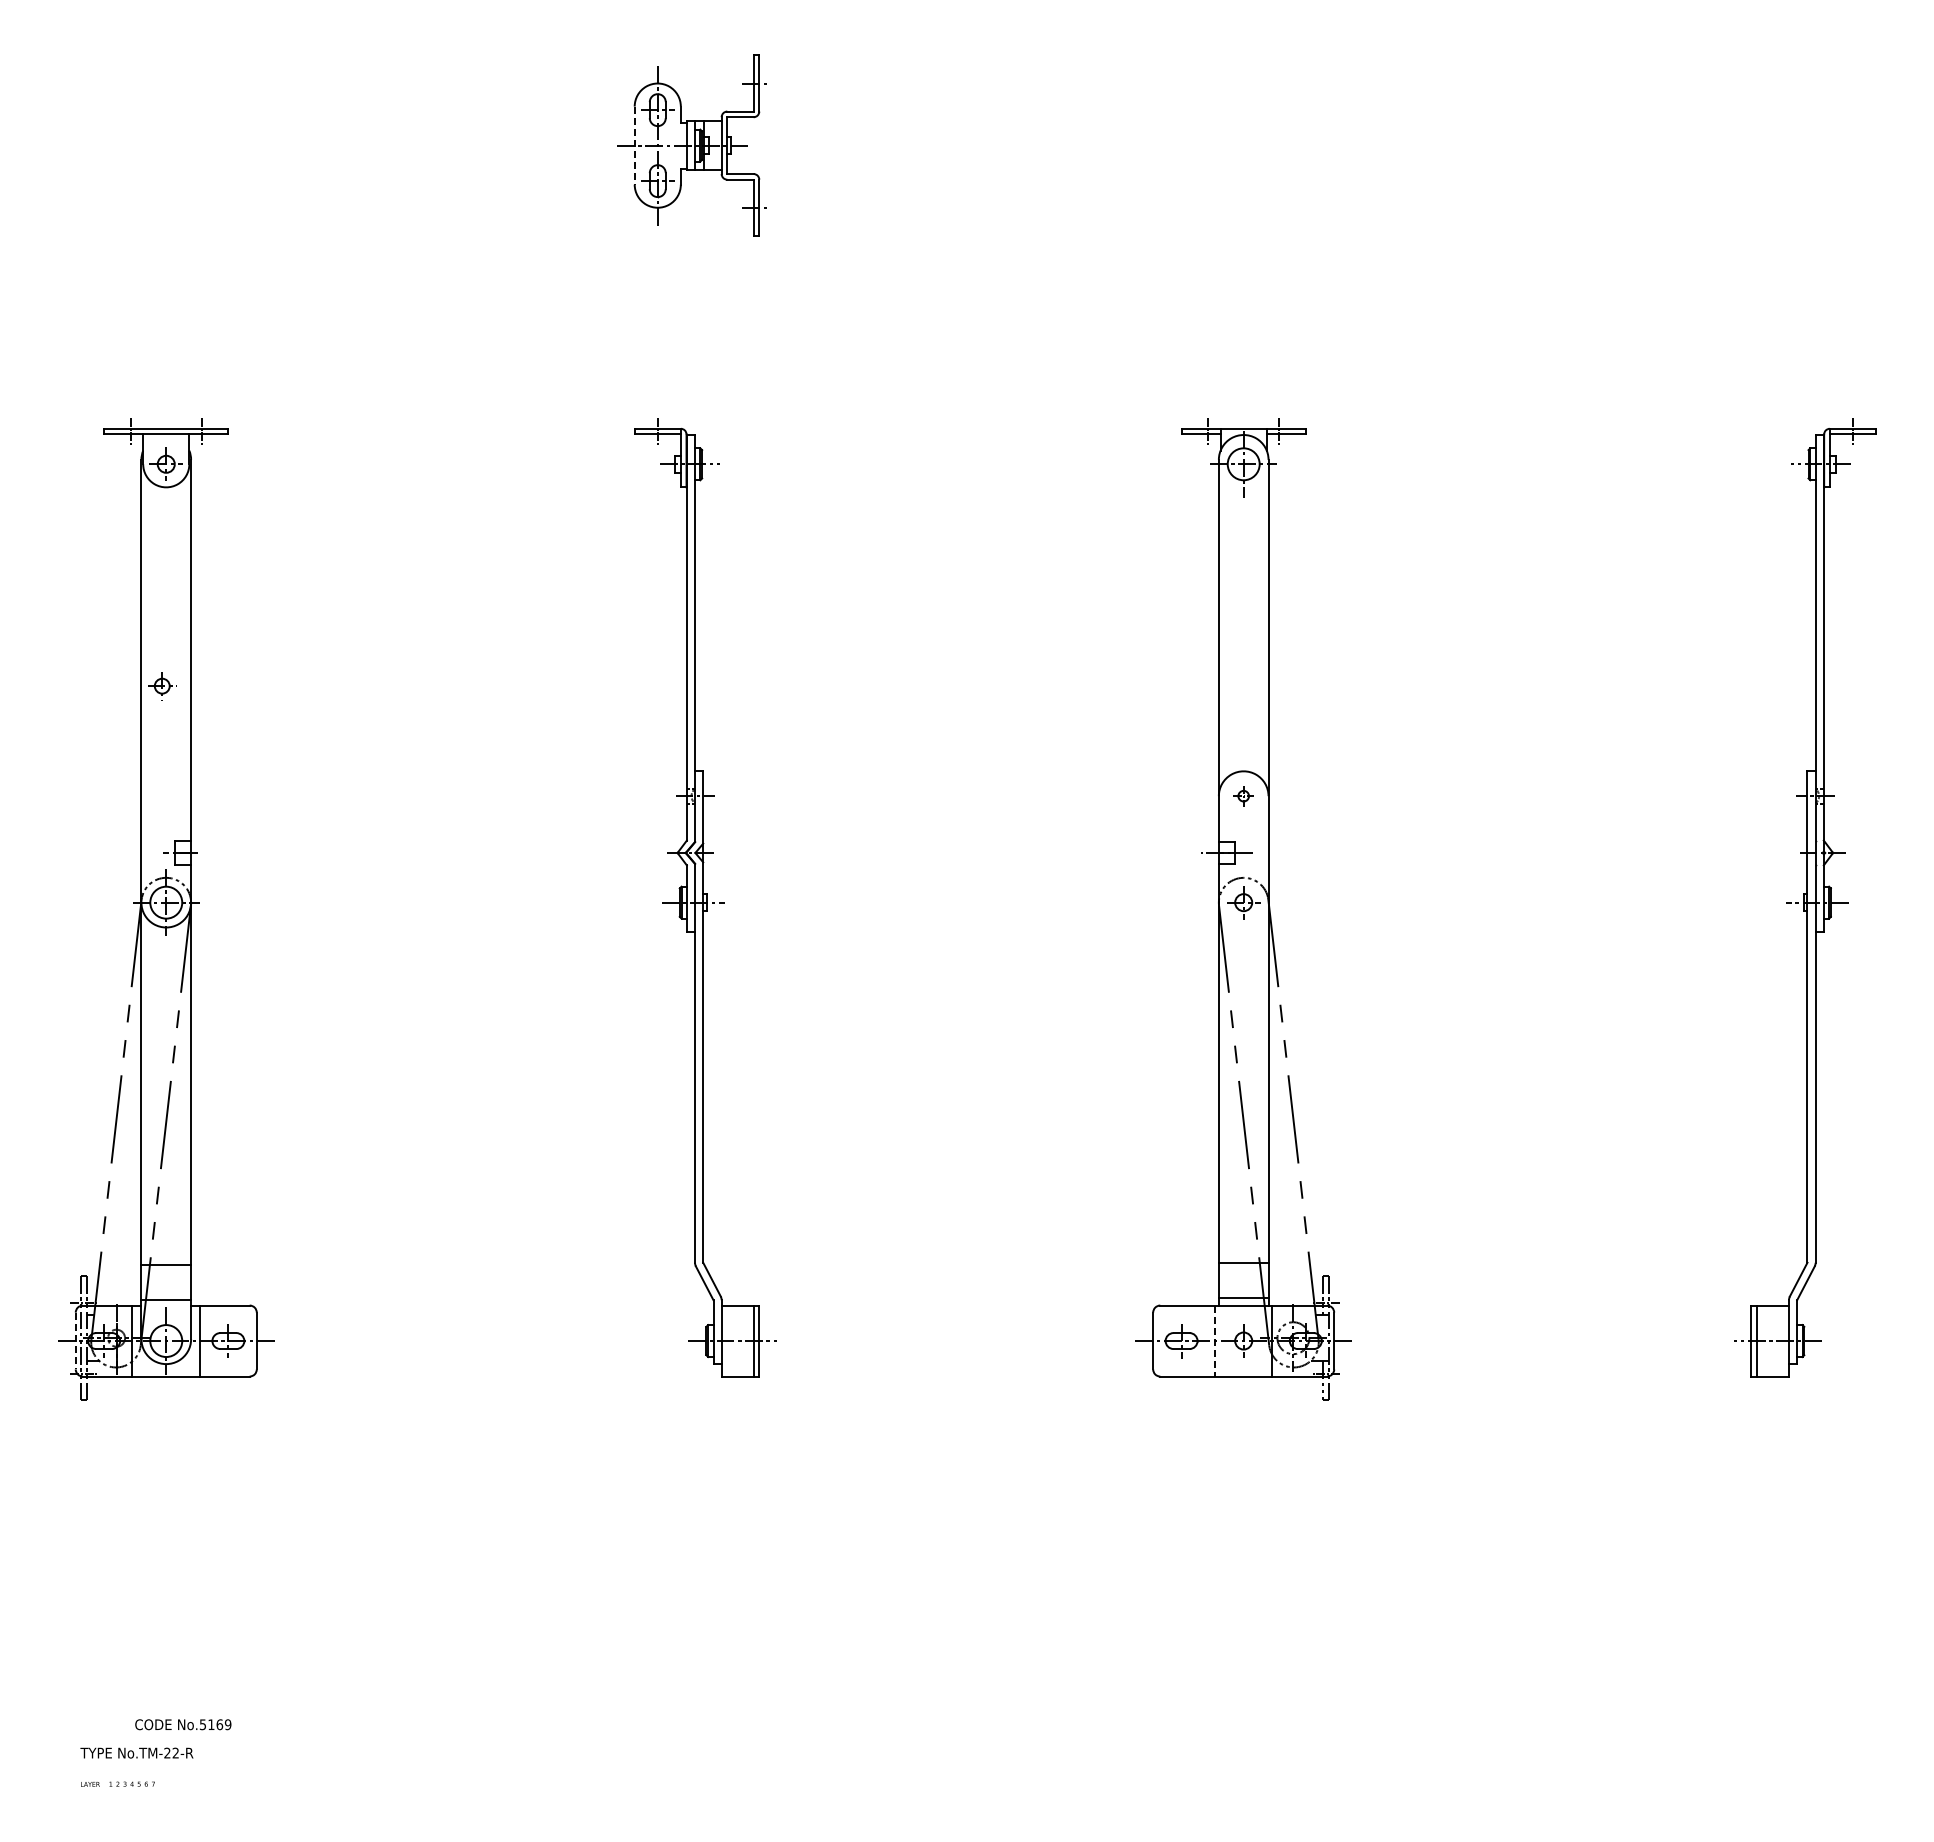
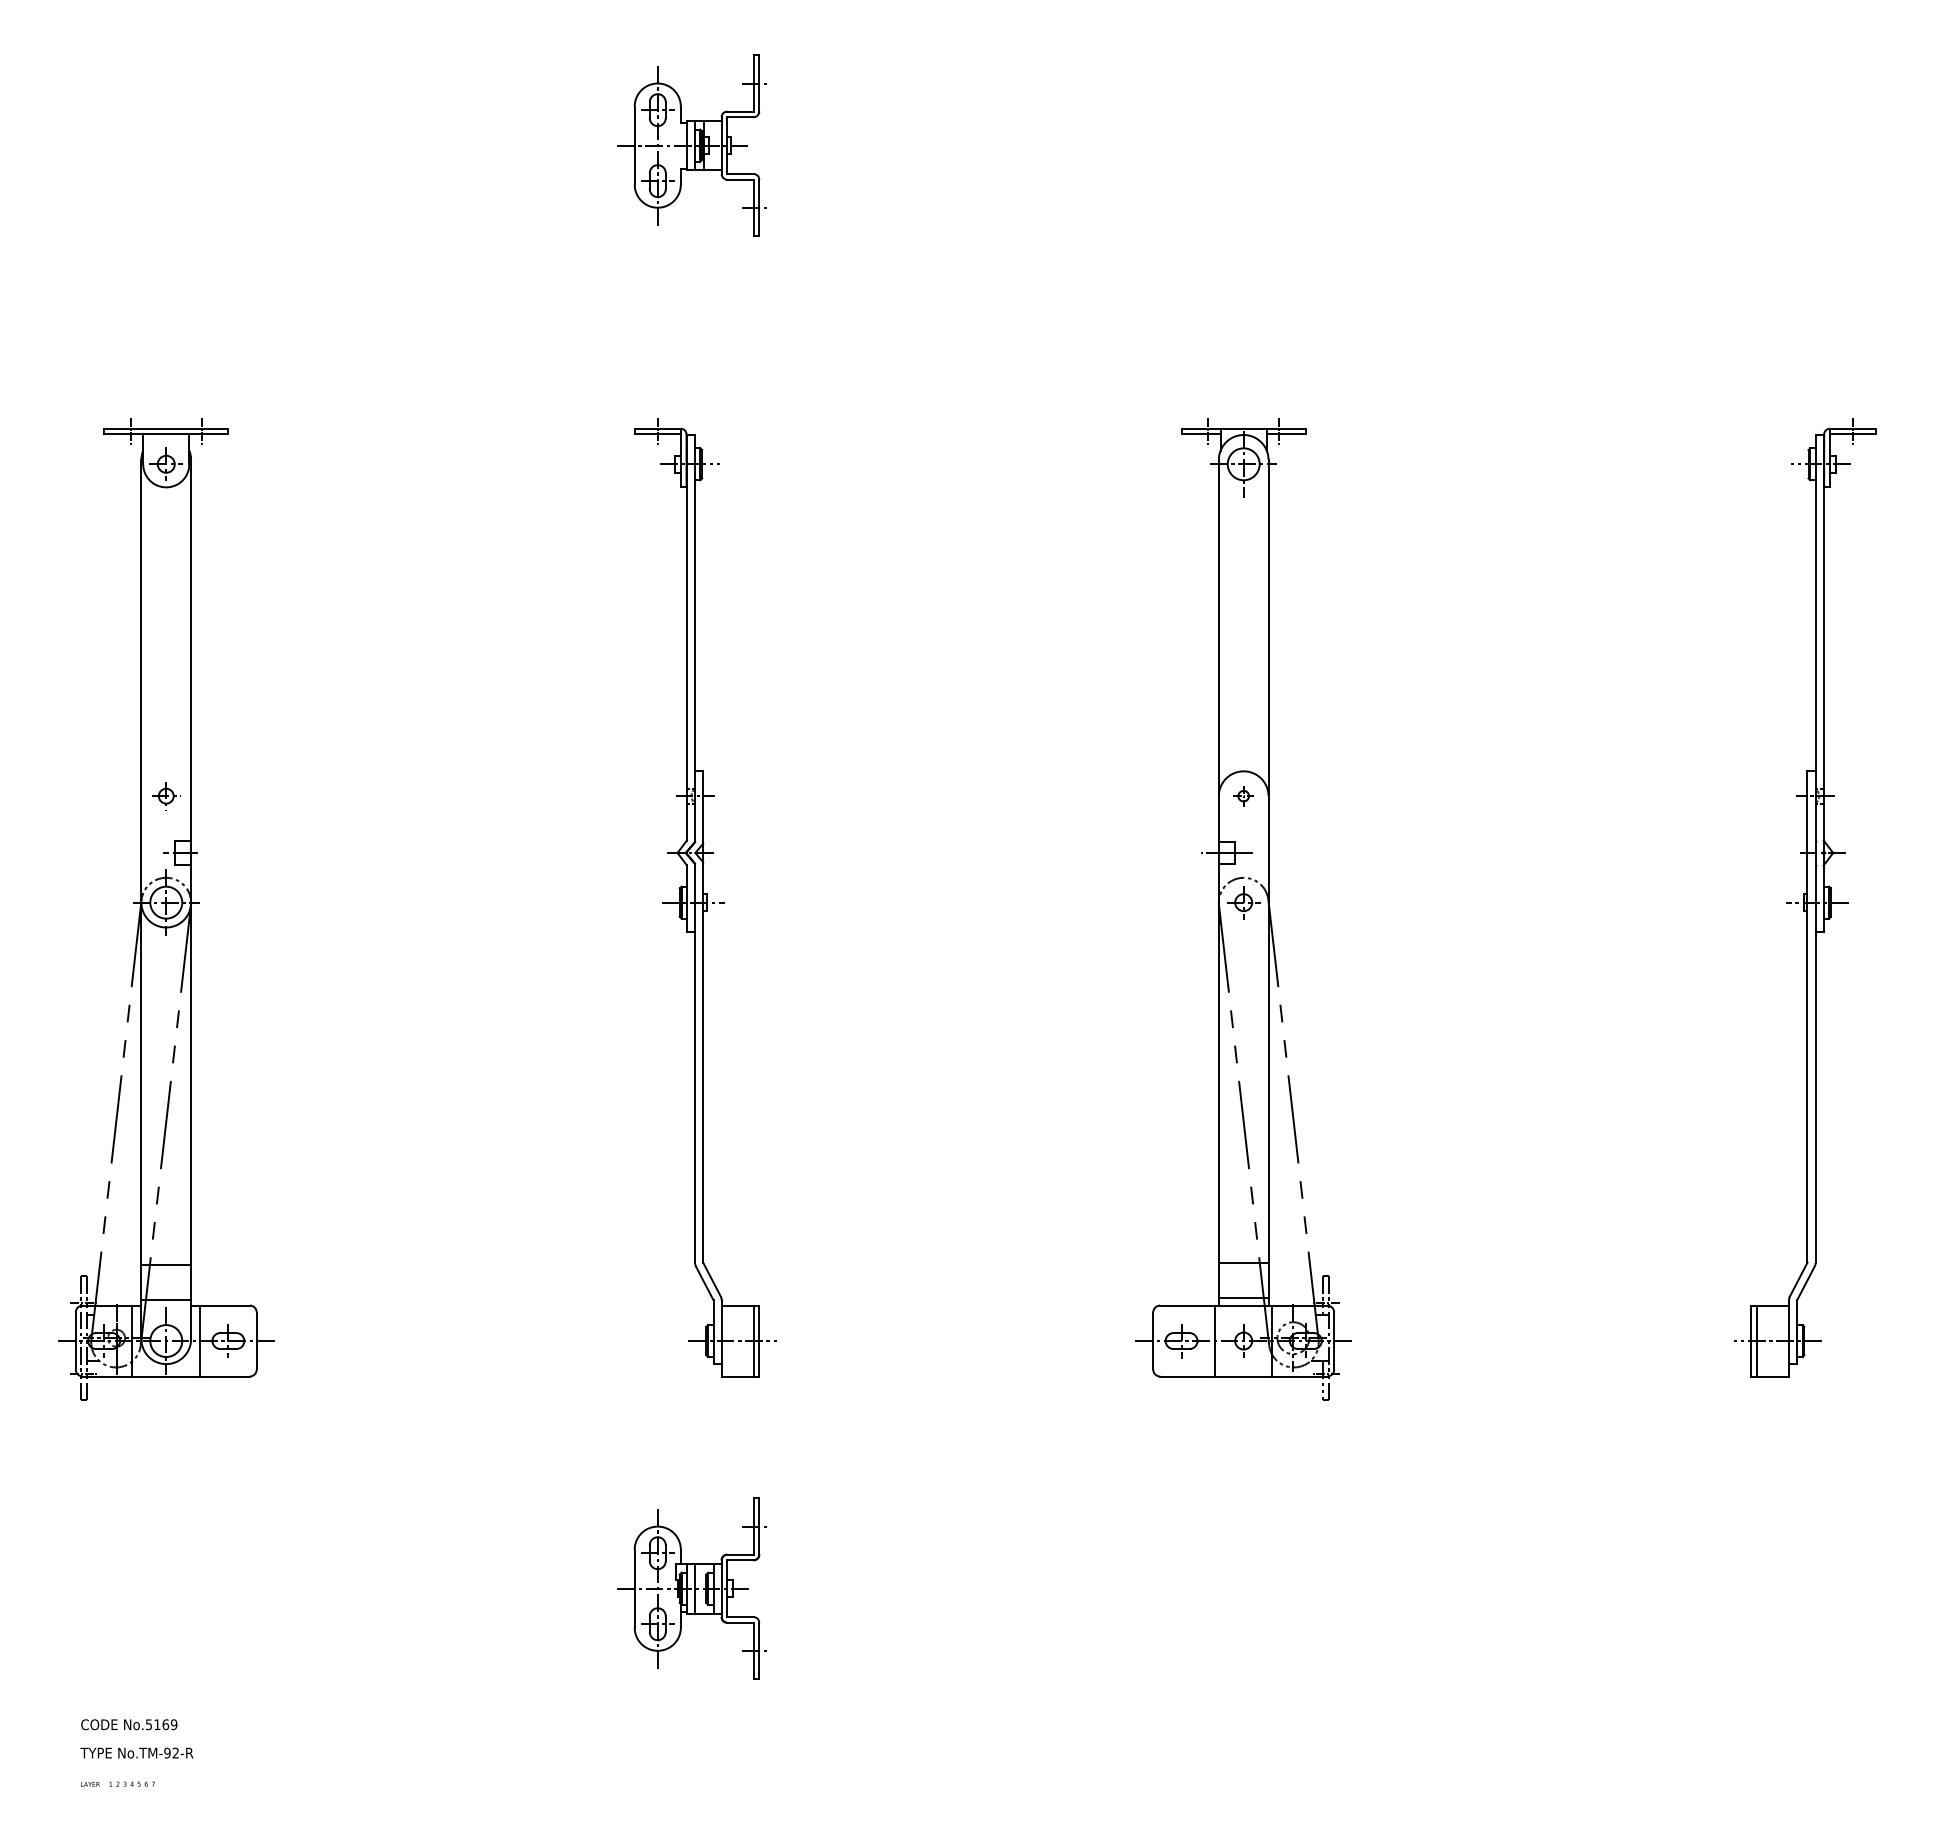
line at (634, 146): dashed -> solid
part at (162, 686) position: (162, 686) -> (166, 796)
line at (75, 1341): dashed -> solid
line at (1215, 1341): dashed -> solid
part at (691, 1588): none -> present
text at (183, 1724) position: (183, 1724) -> (129, 1724)
text at (167, 1752): No.TM-22-R -> No.TM-92-R
